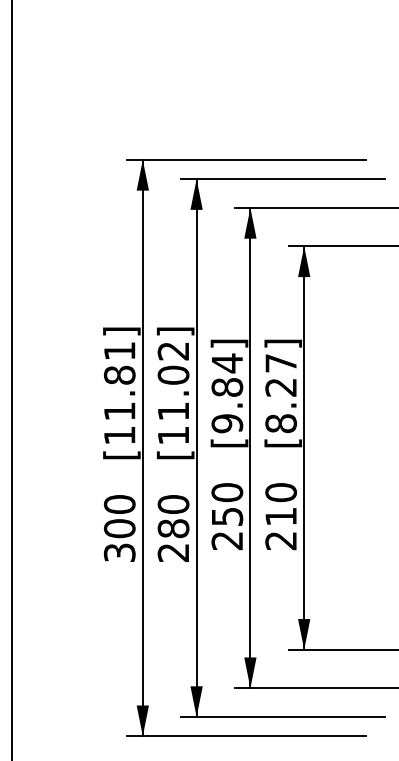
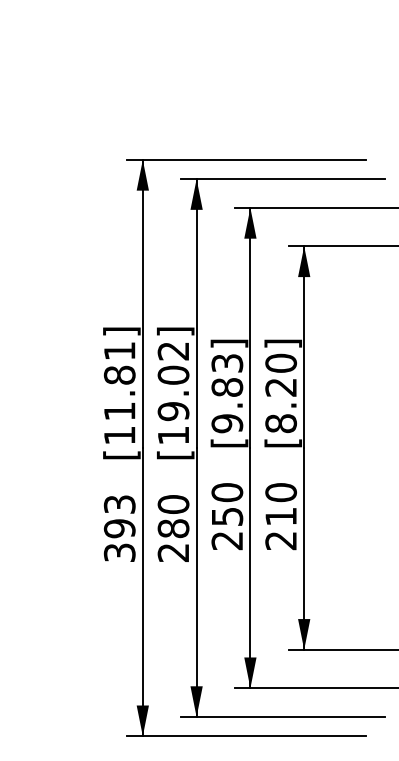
text at (281, 362): [8.27] -> [8.20]
text at (227, 363): [9.84] -> [9.83]
line at (12, 379): present -> none
text at (173, 411): [11.02] -> [19.02]
text at (119, 516): 300 -> 393
